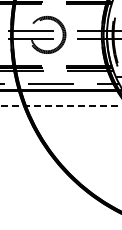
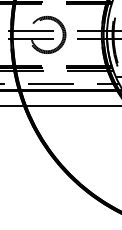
line at (61, 105): dashed -> solid
